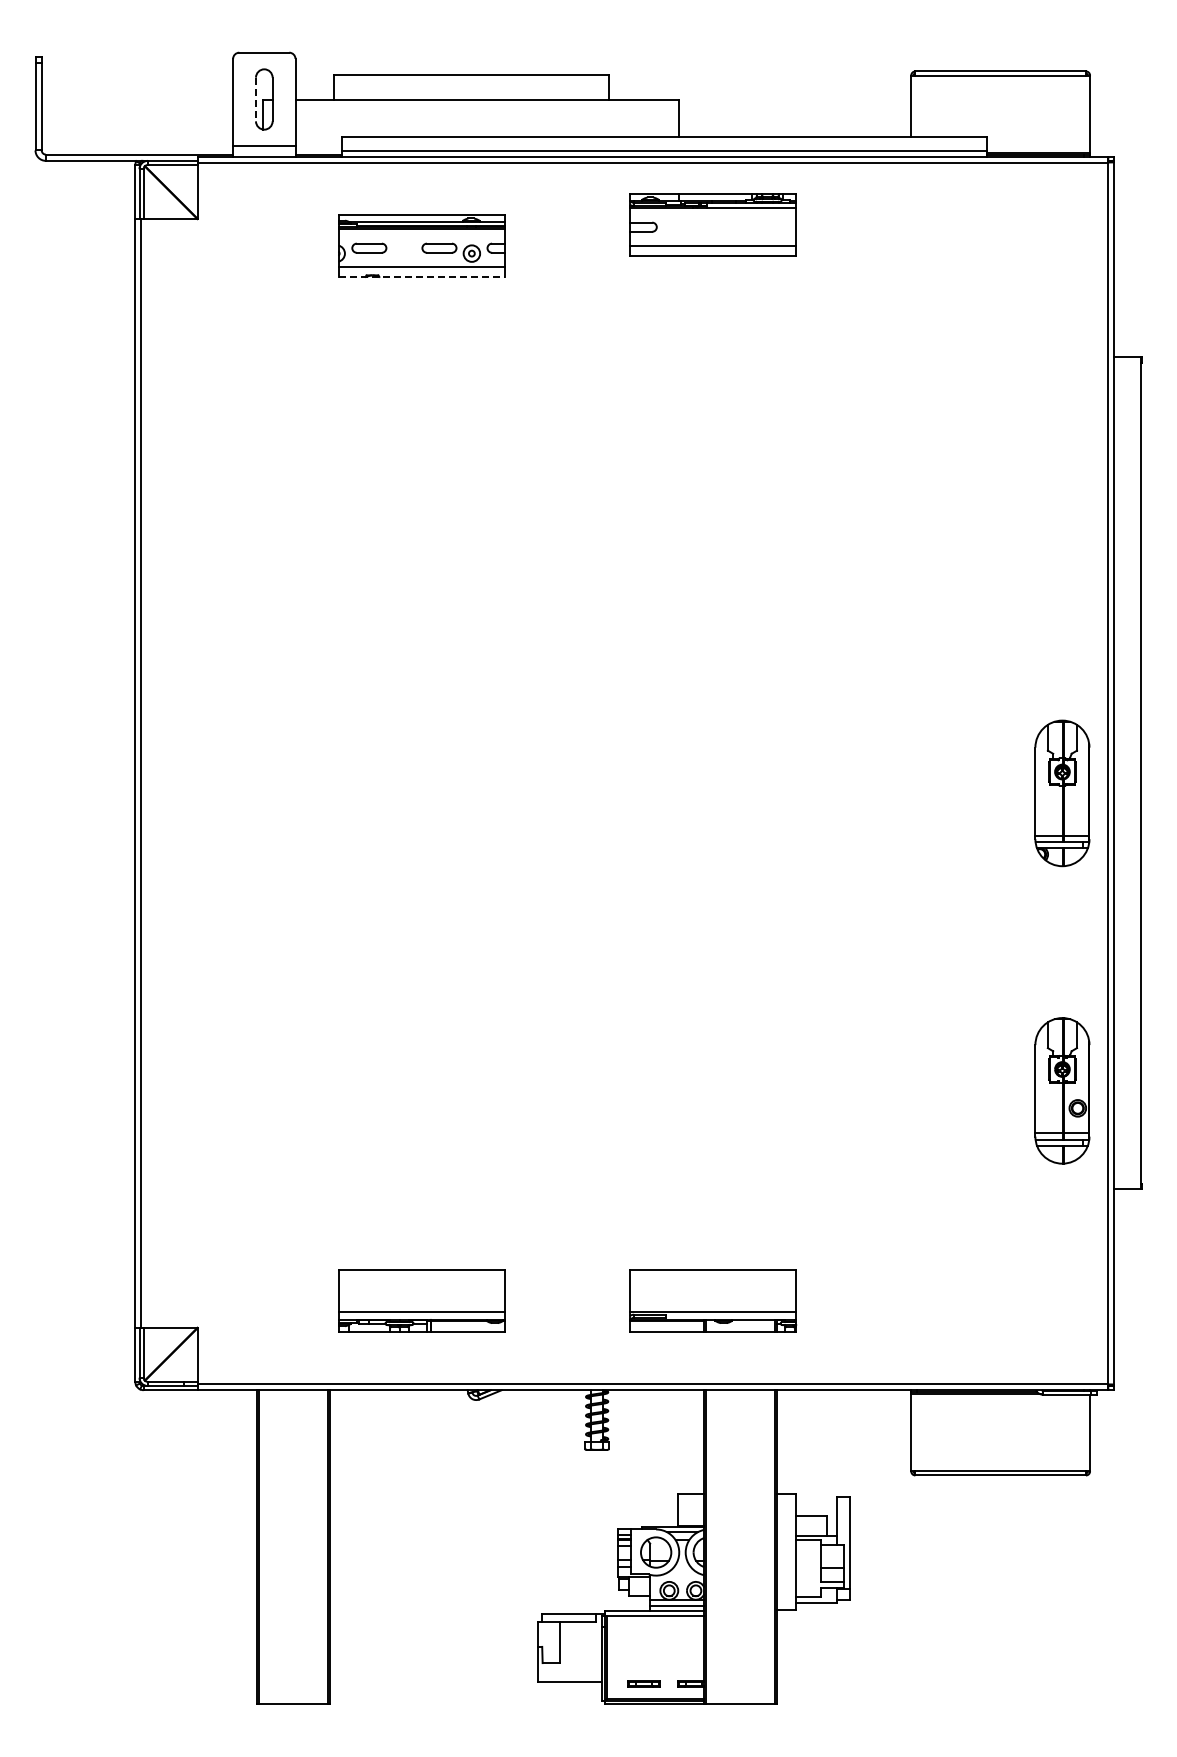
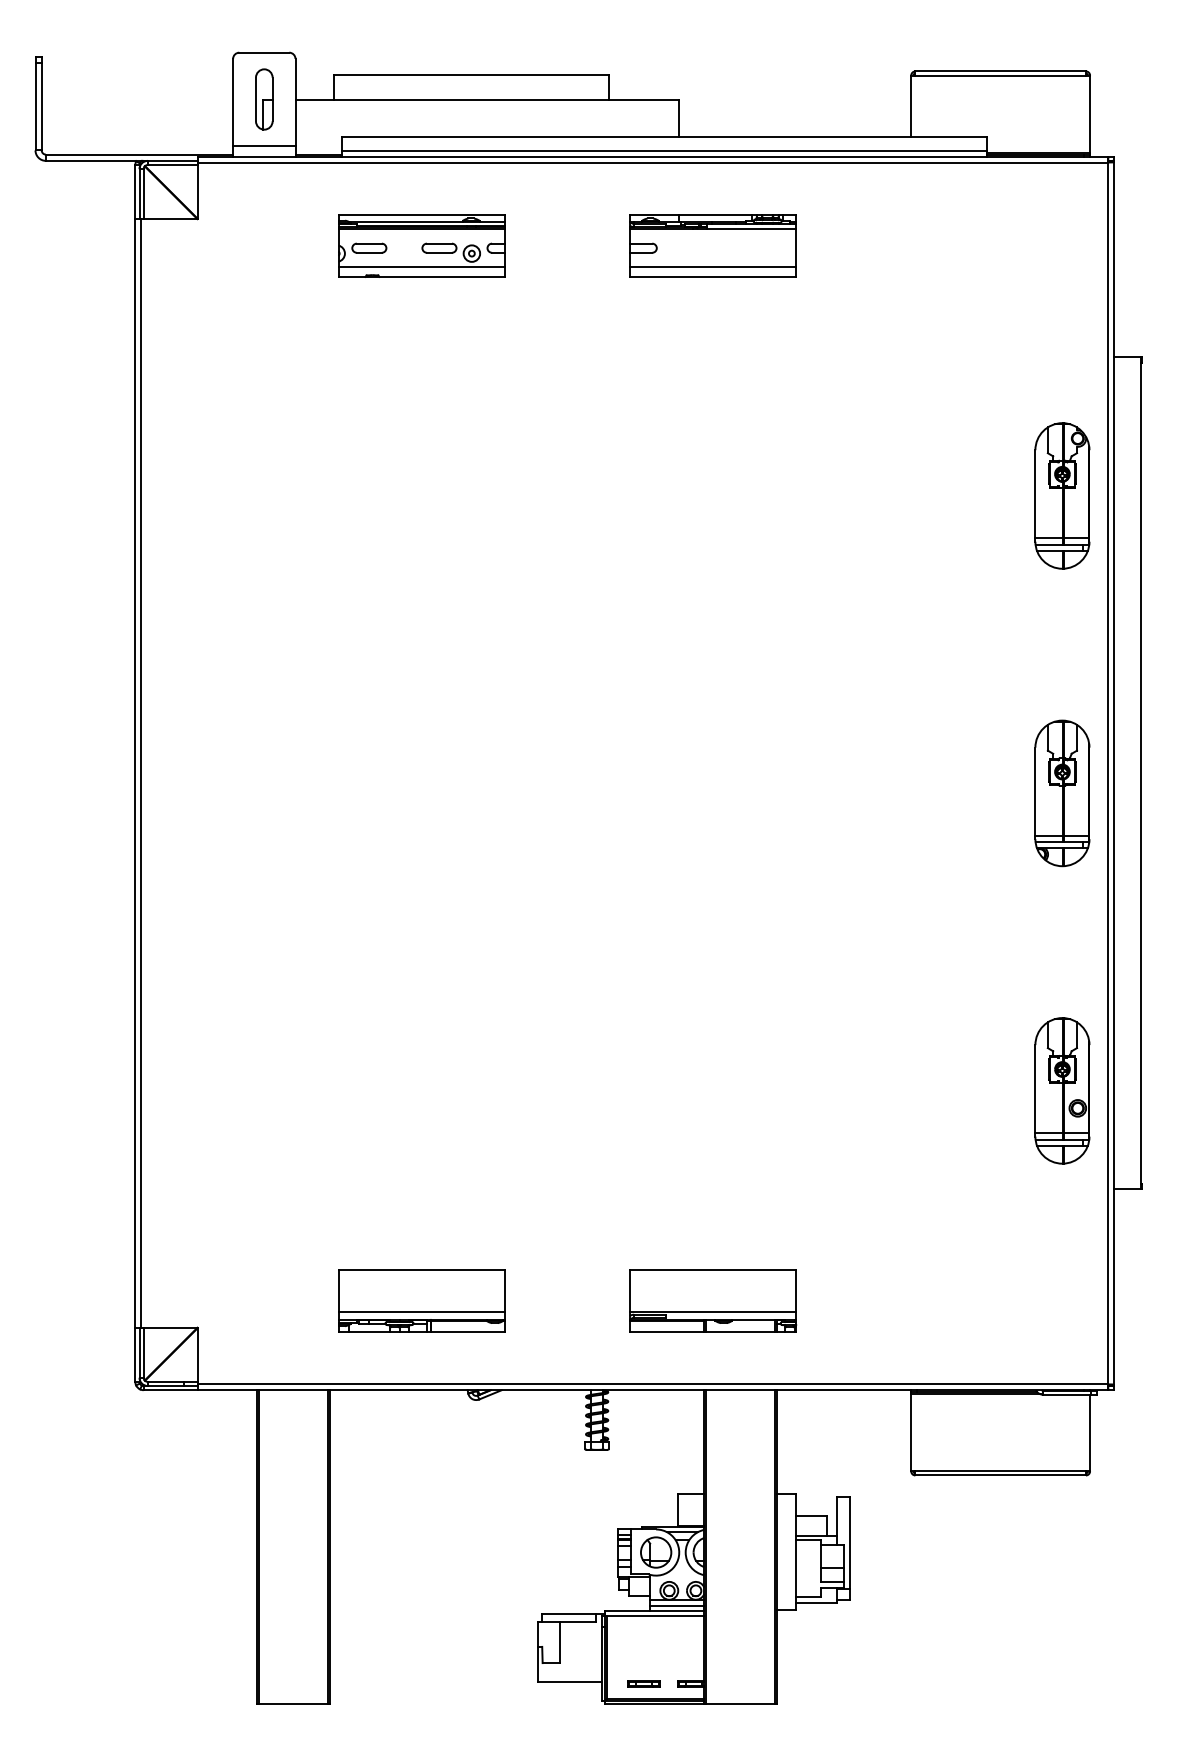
line at (255, 99): dashed -> solid
part at (712, 224) position: (712, 224) -> (712, 245)
line at (422, 276): dashed -> solid
part at (1062, 495): none -> present
